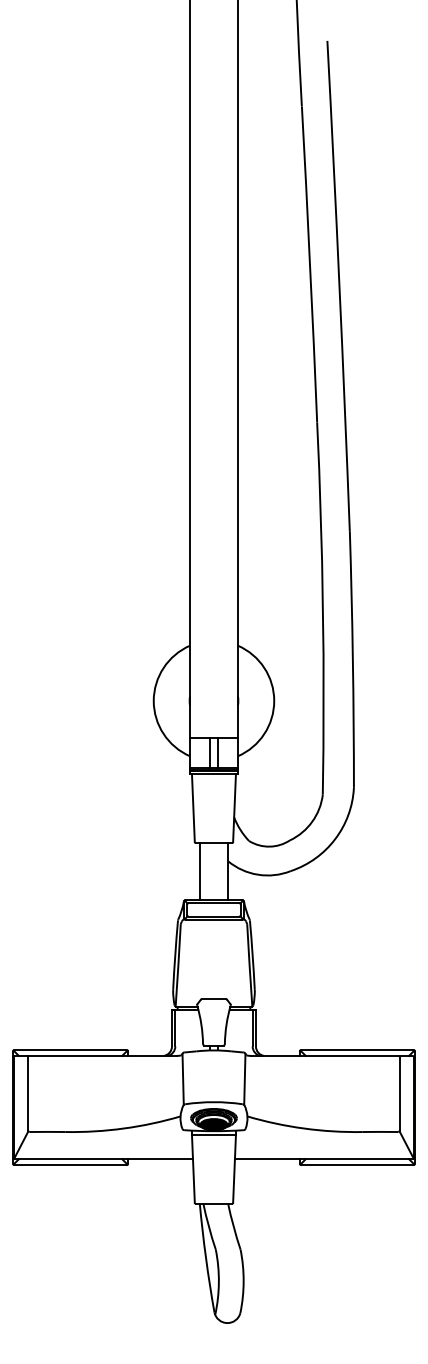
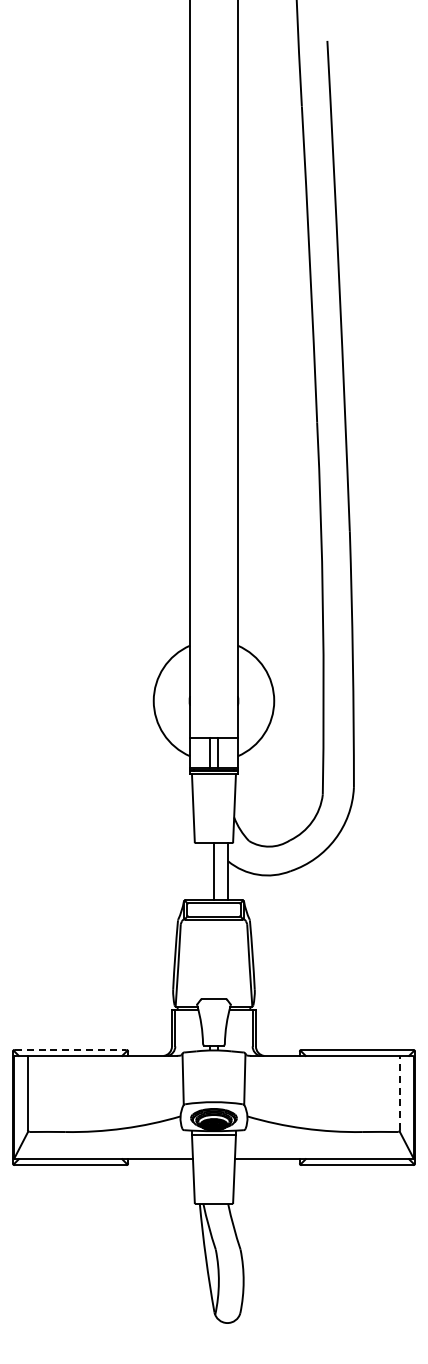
line at (199, 871) position: (199, 871) -> (213, 871)
line at (70, 1049): solid -> dashed
line at (400, 1092): solid -> dashed
